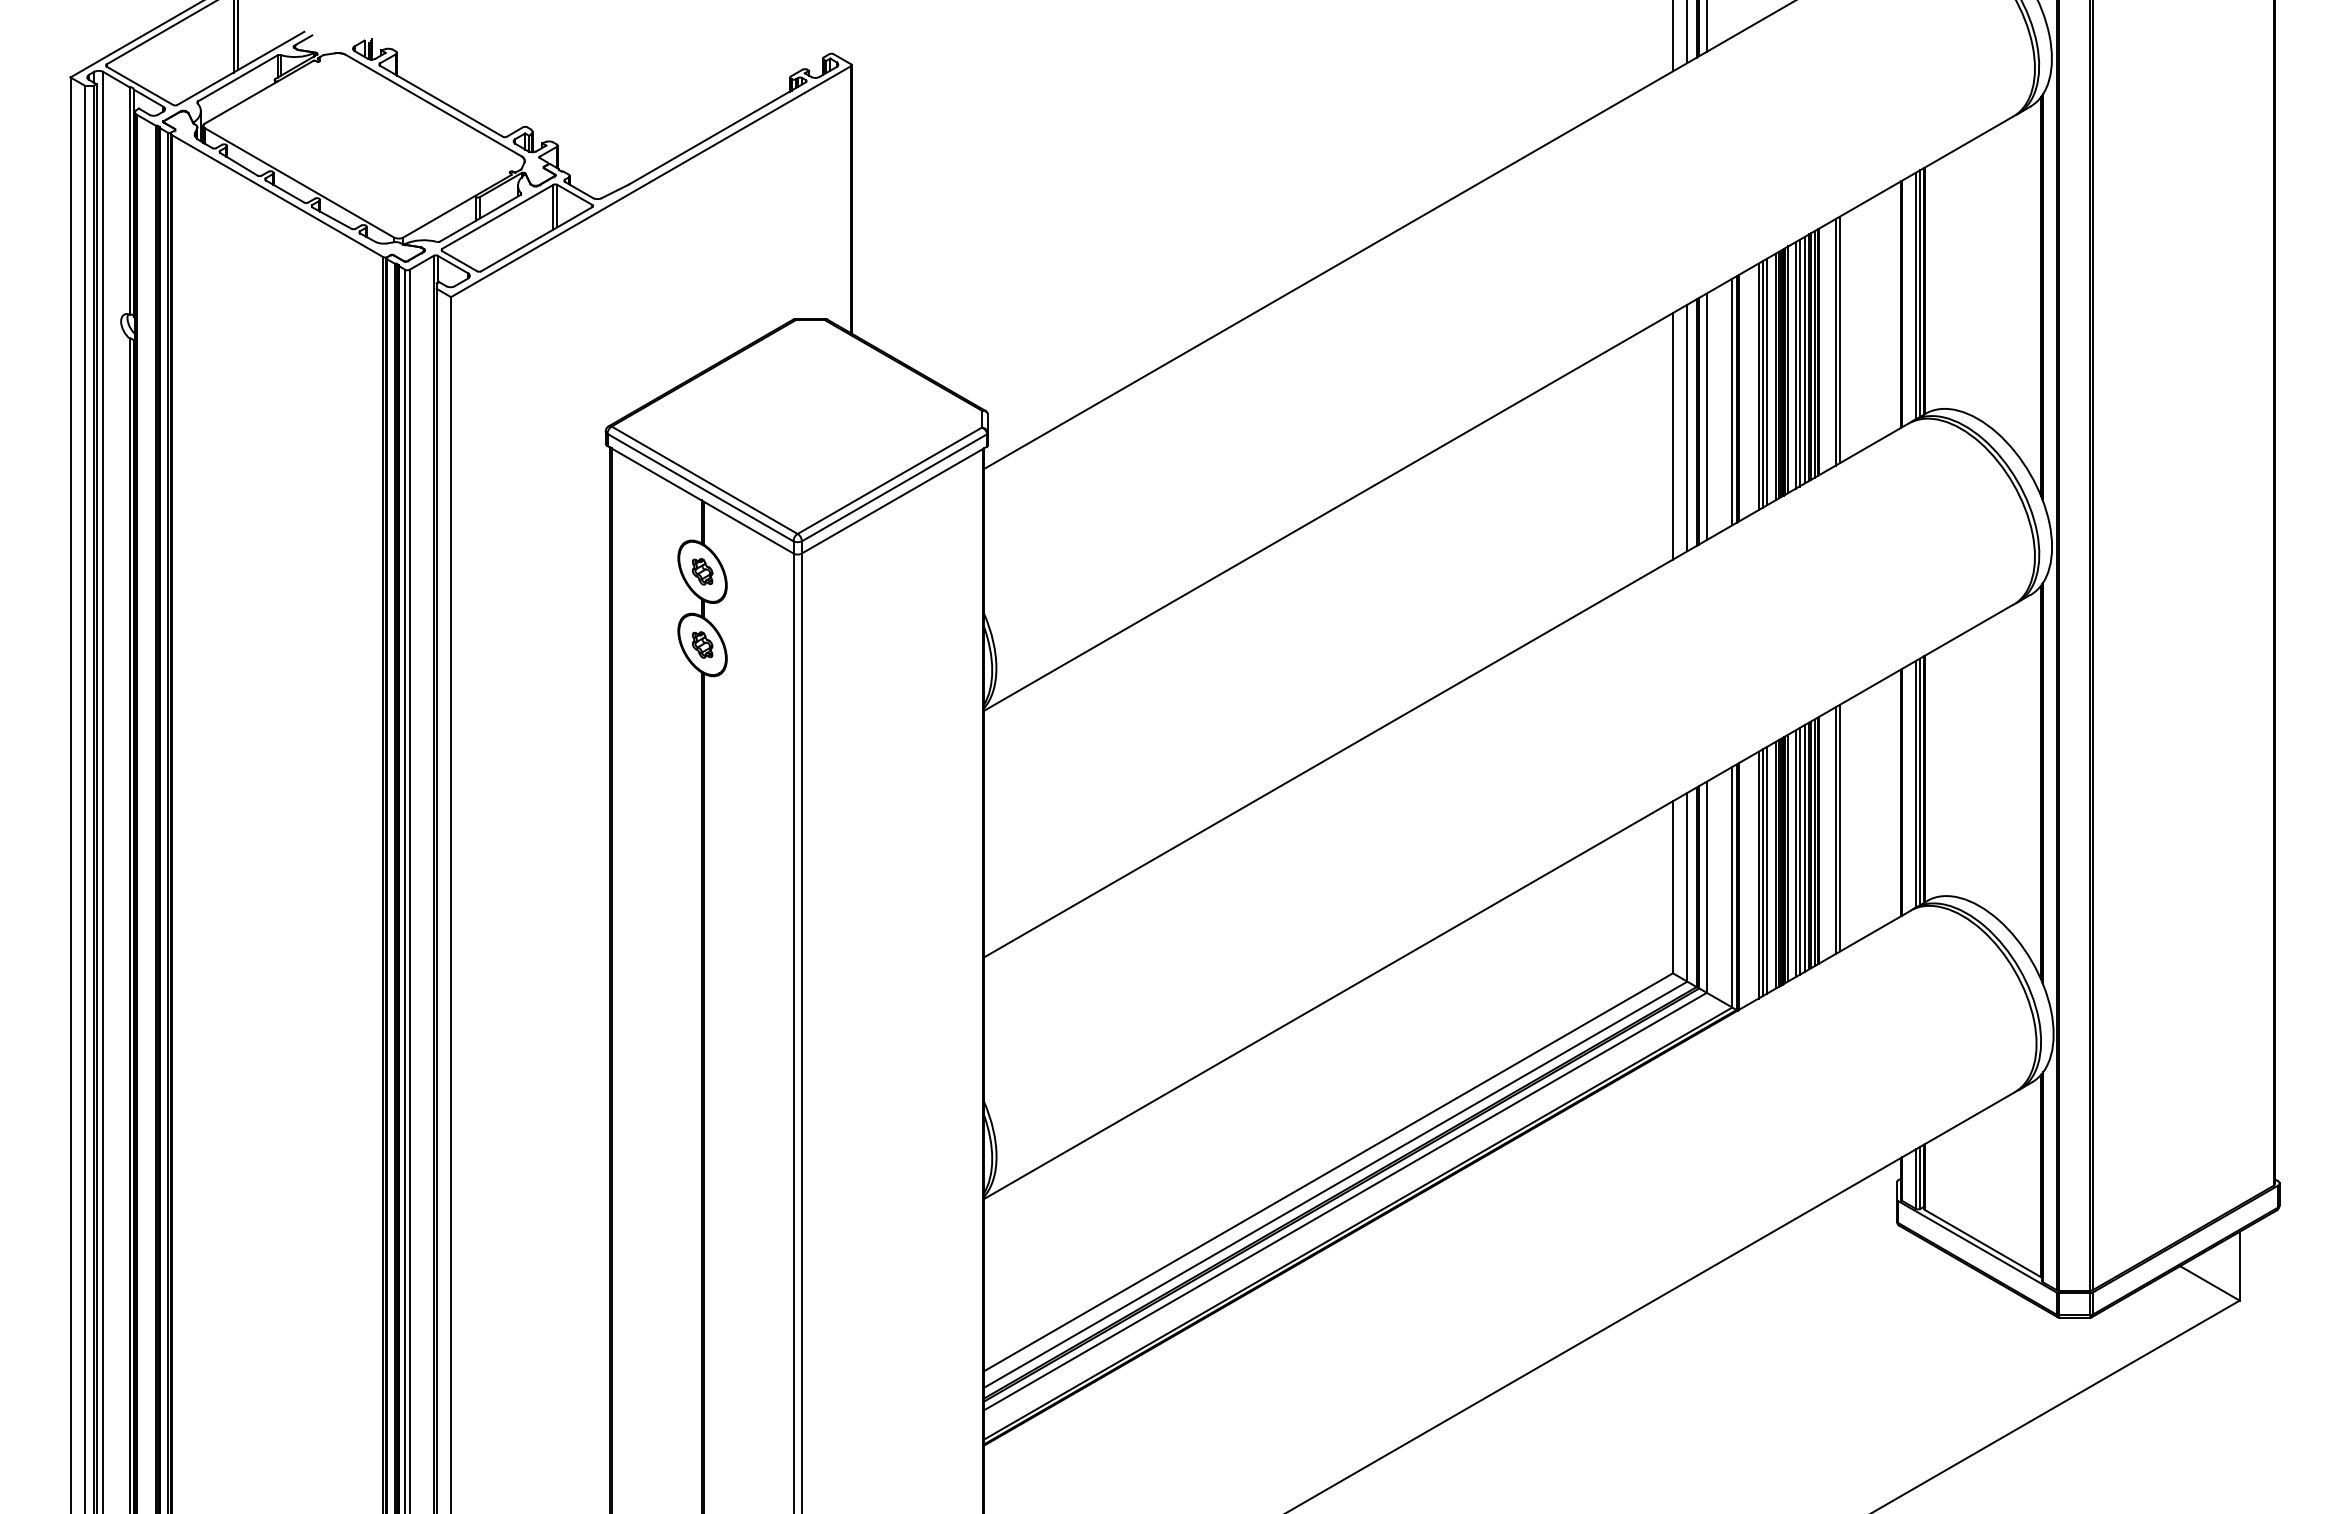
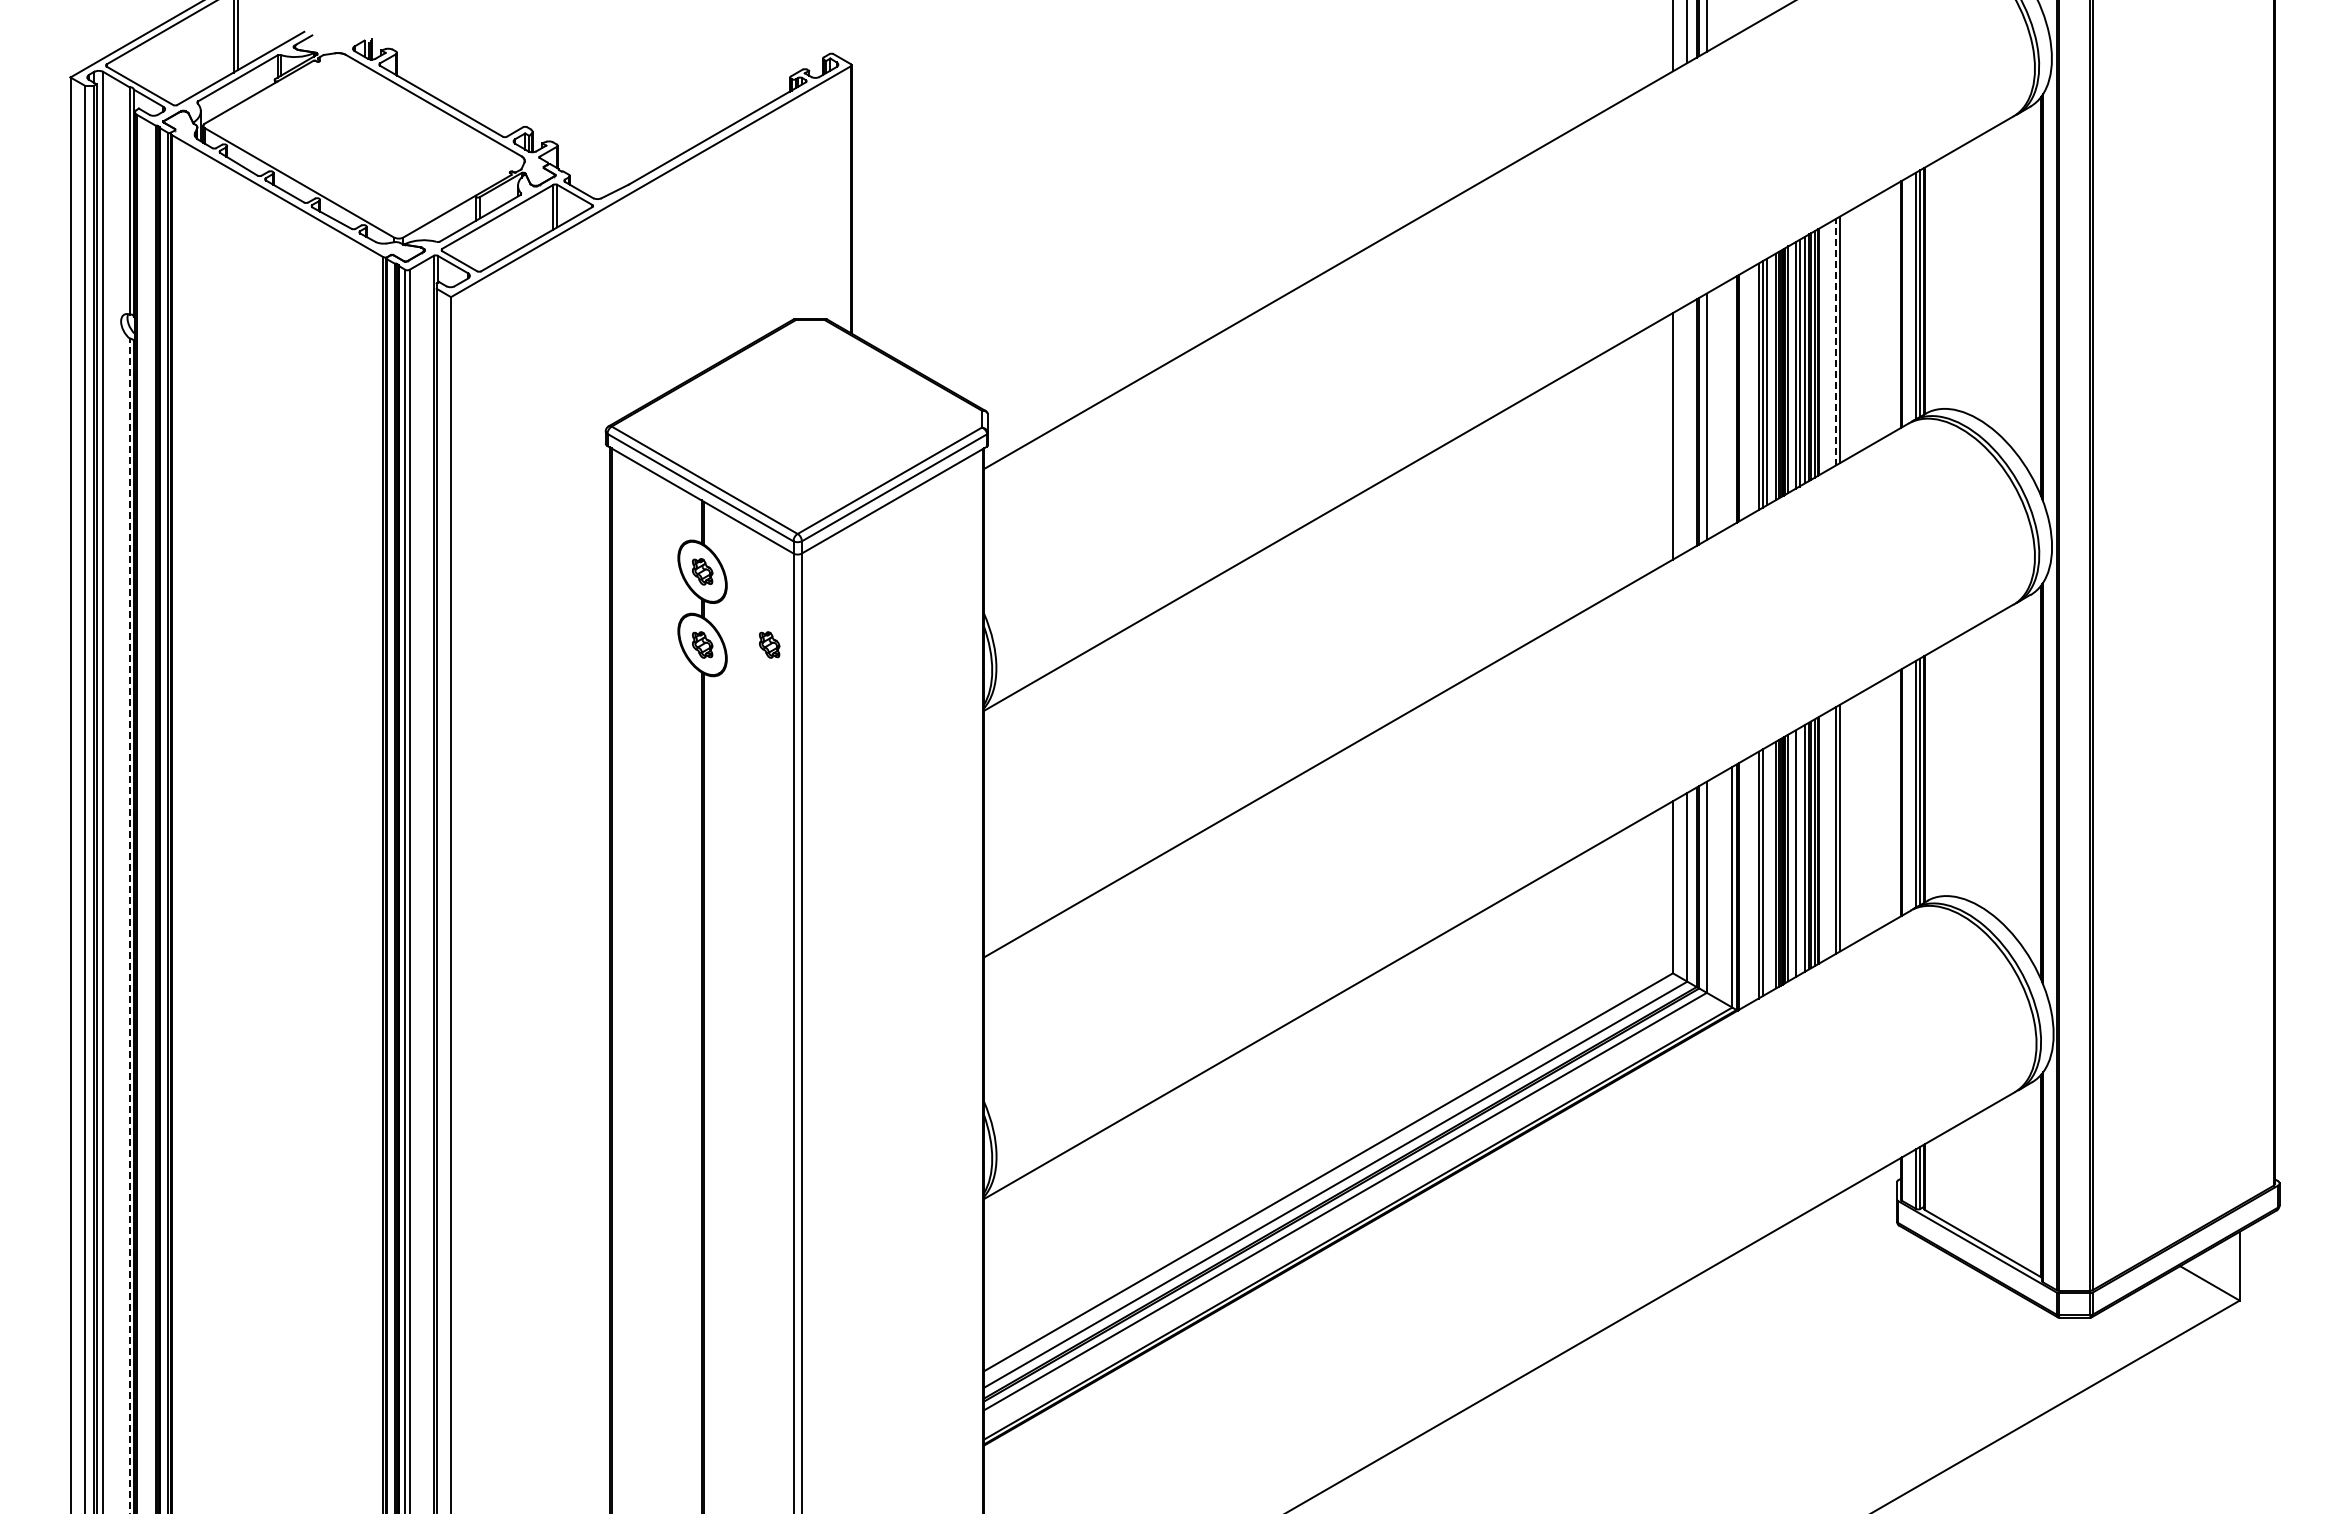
line at (1835, 341): solid -> dashed
line at (1732, 401): present -> none
line at (1687, 427): present -> none
part at (769, 644): none -> present
line at (1799, 851): present -> none
line at (1766, 870): present -> none
line at (129, 925): solid -> dashed
